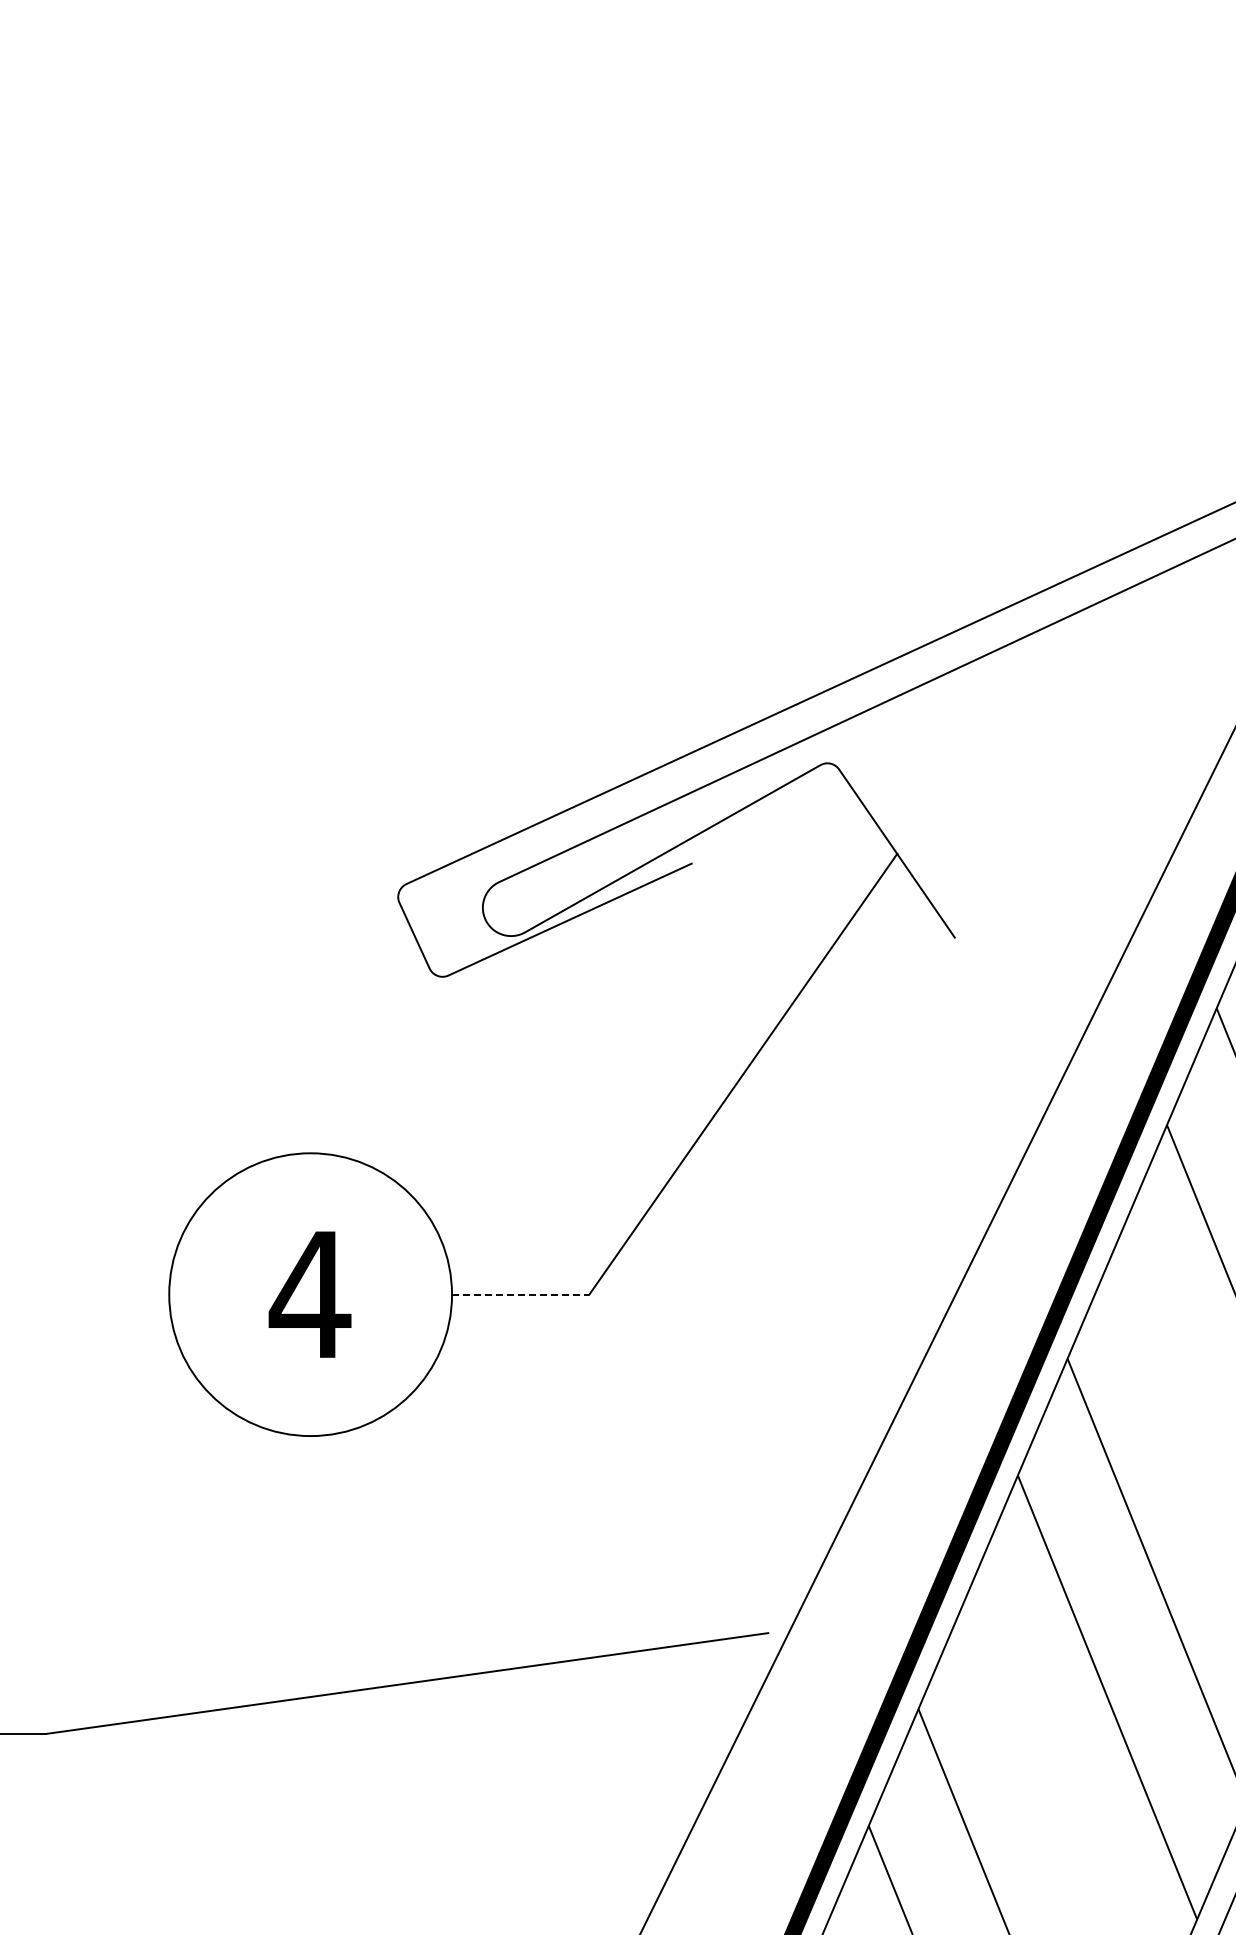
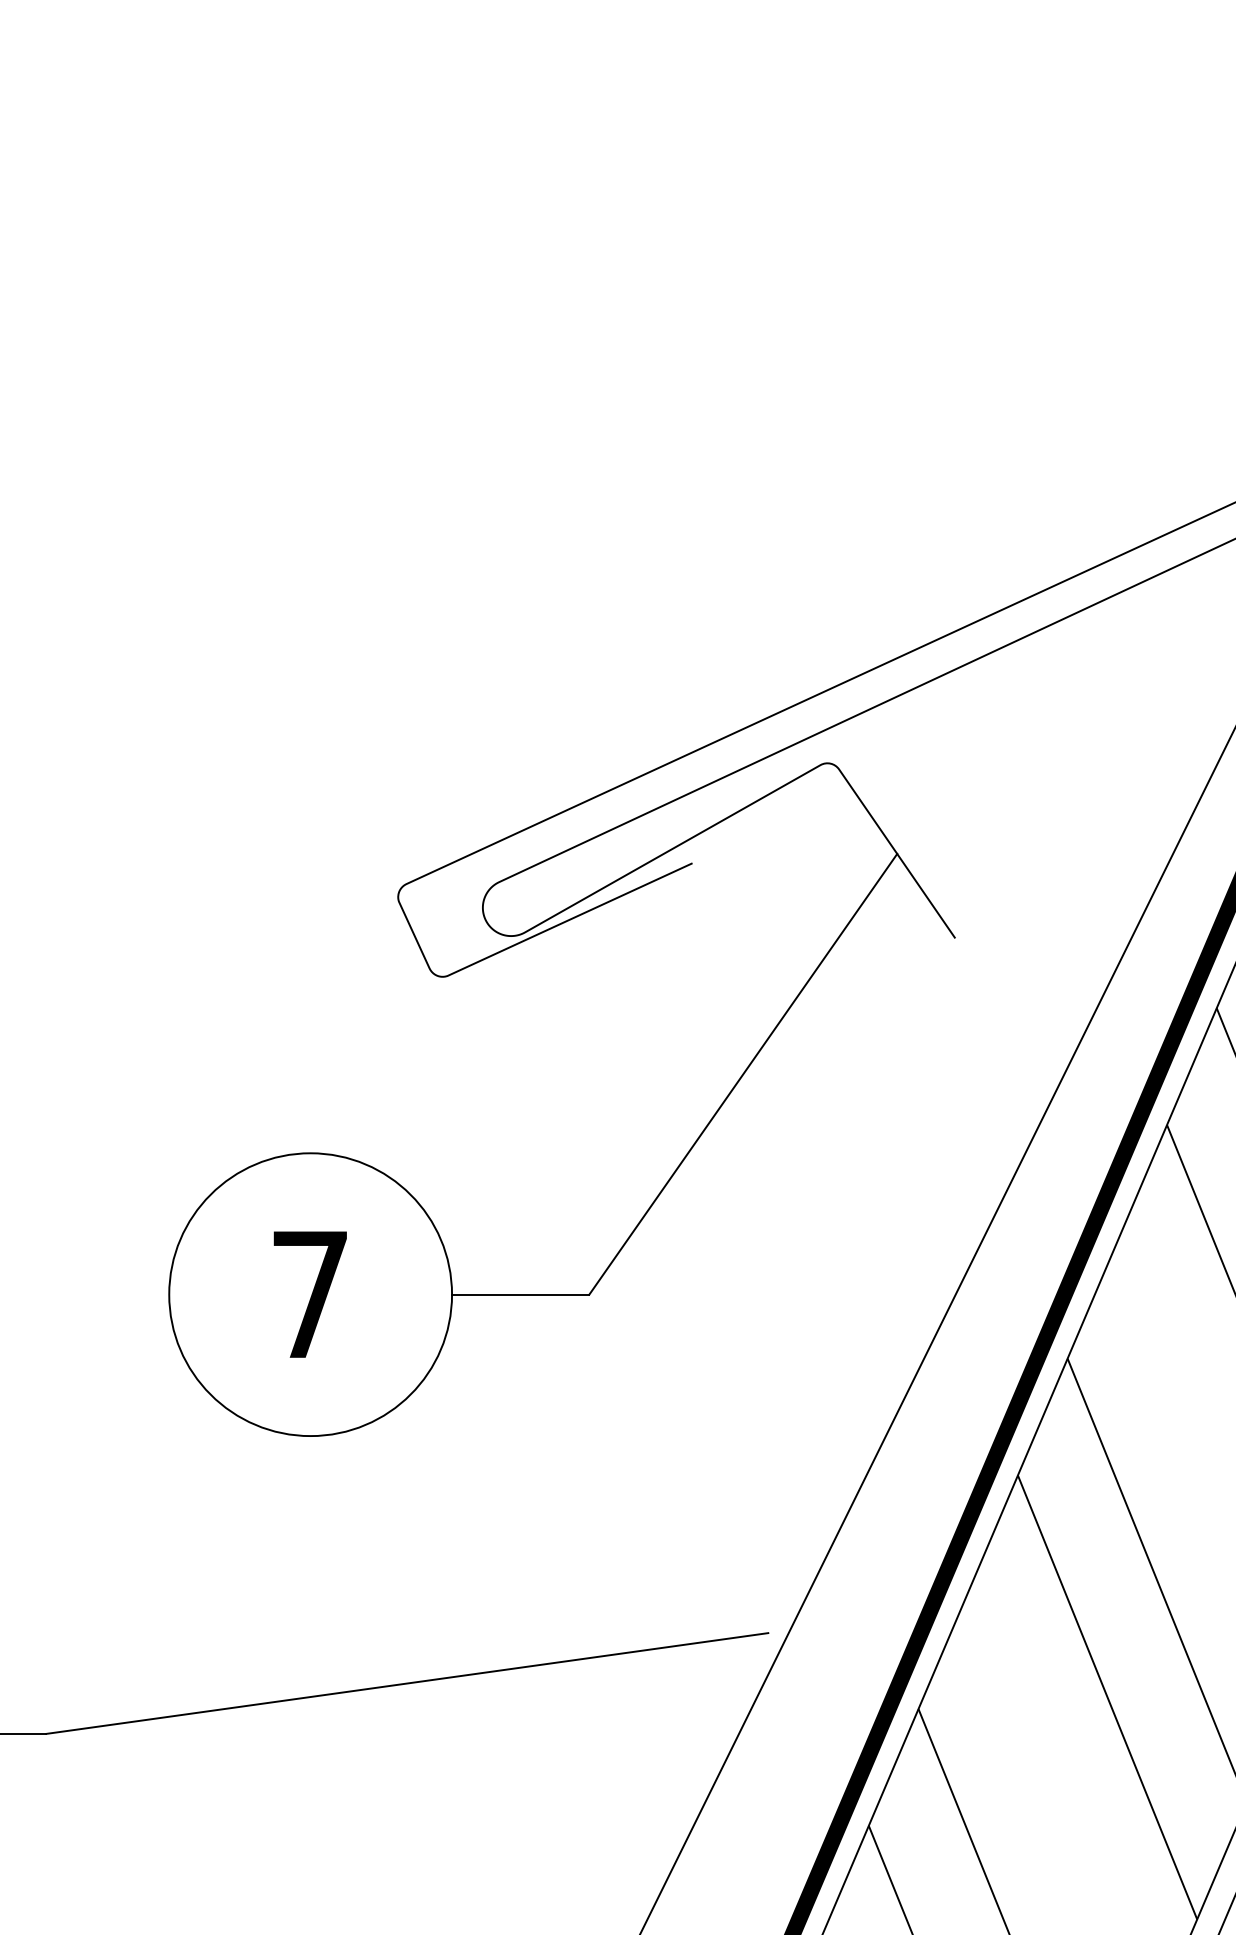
text at (309, 1294): 4 -> 7
line at (520, 1294): dashed -> solid
